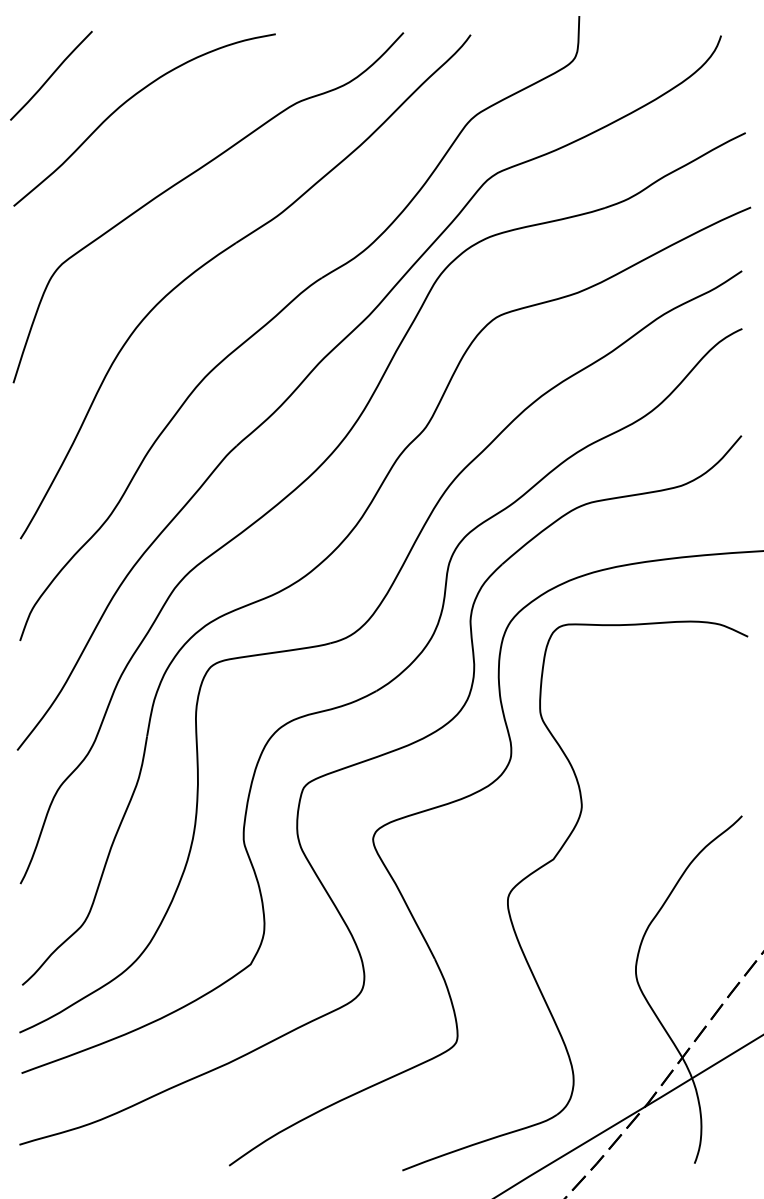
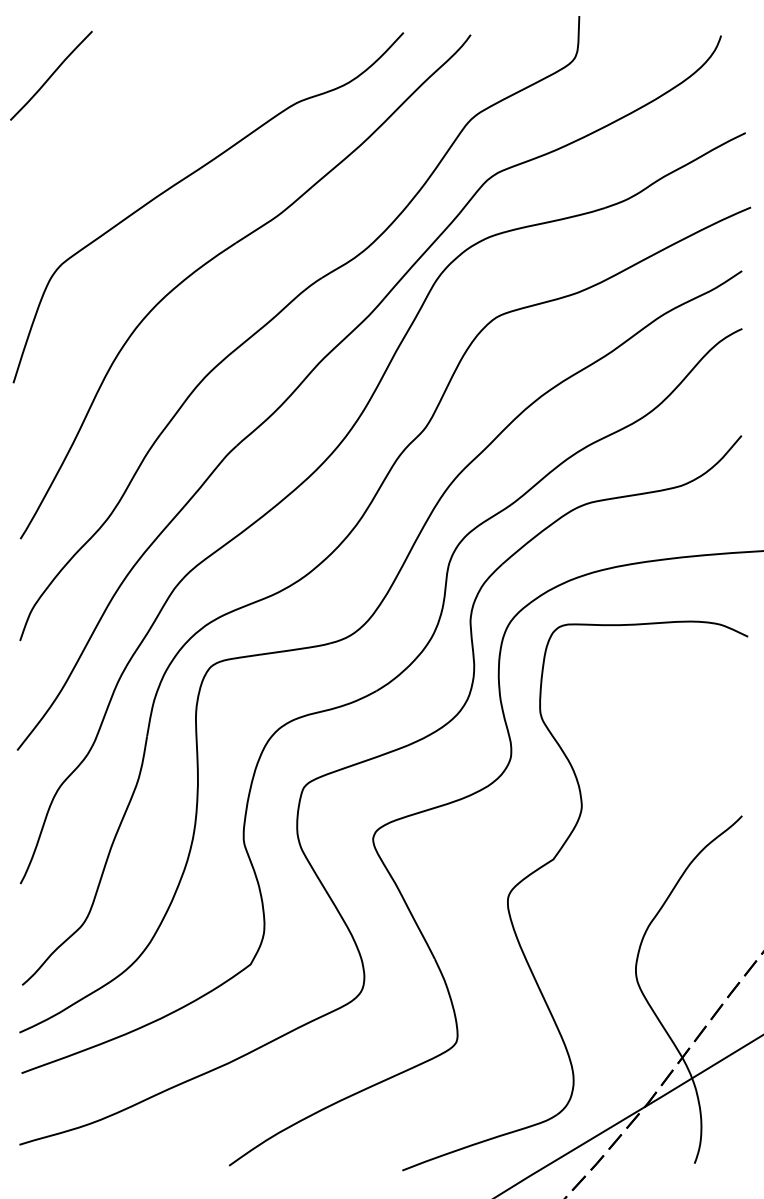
curve at (128, 101): present -> none
